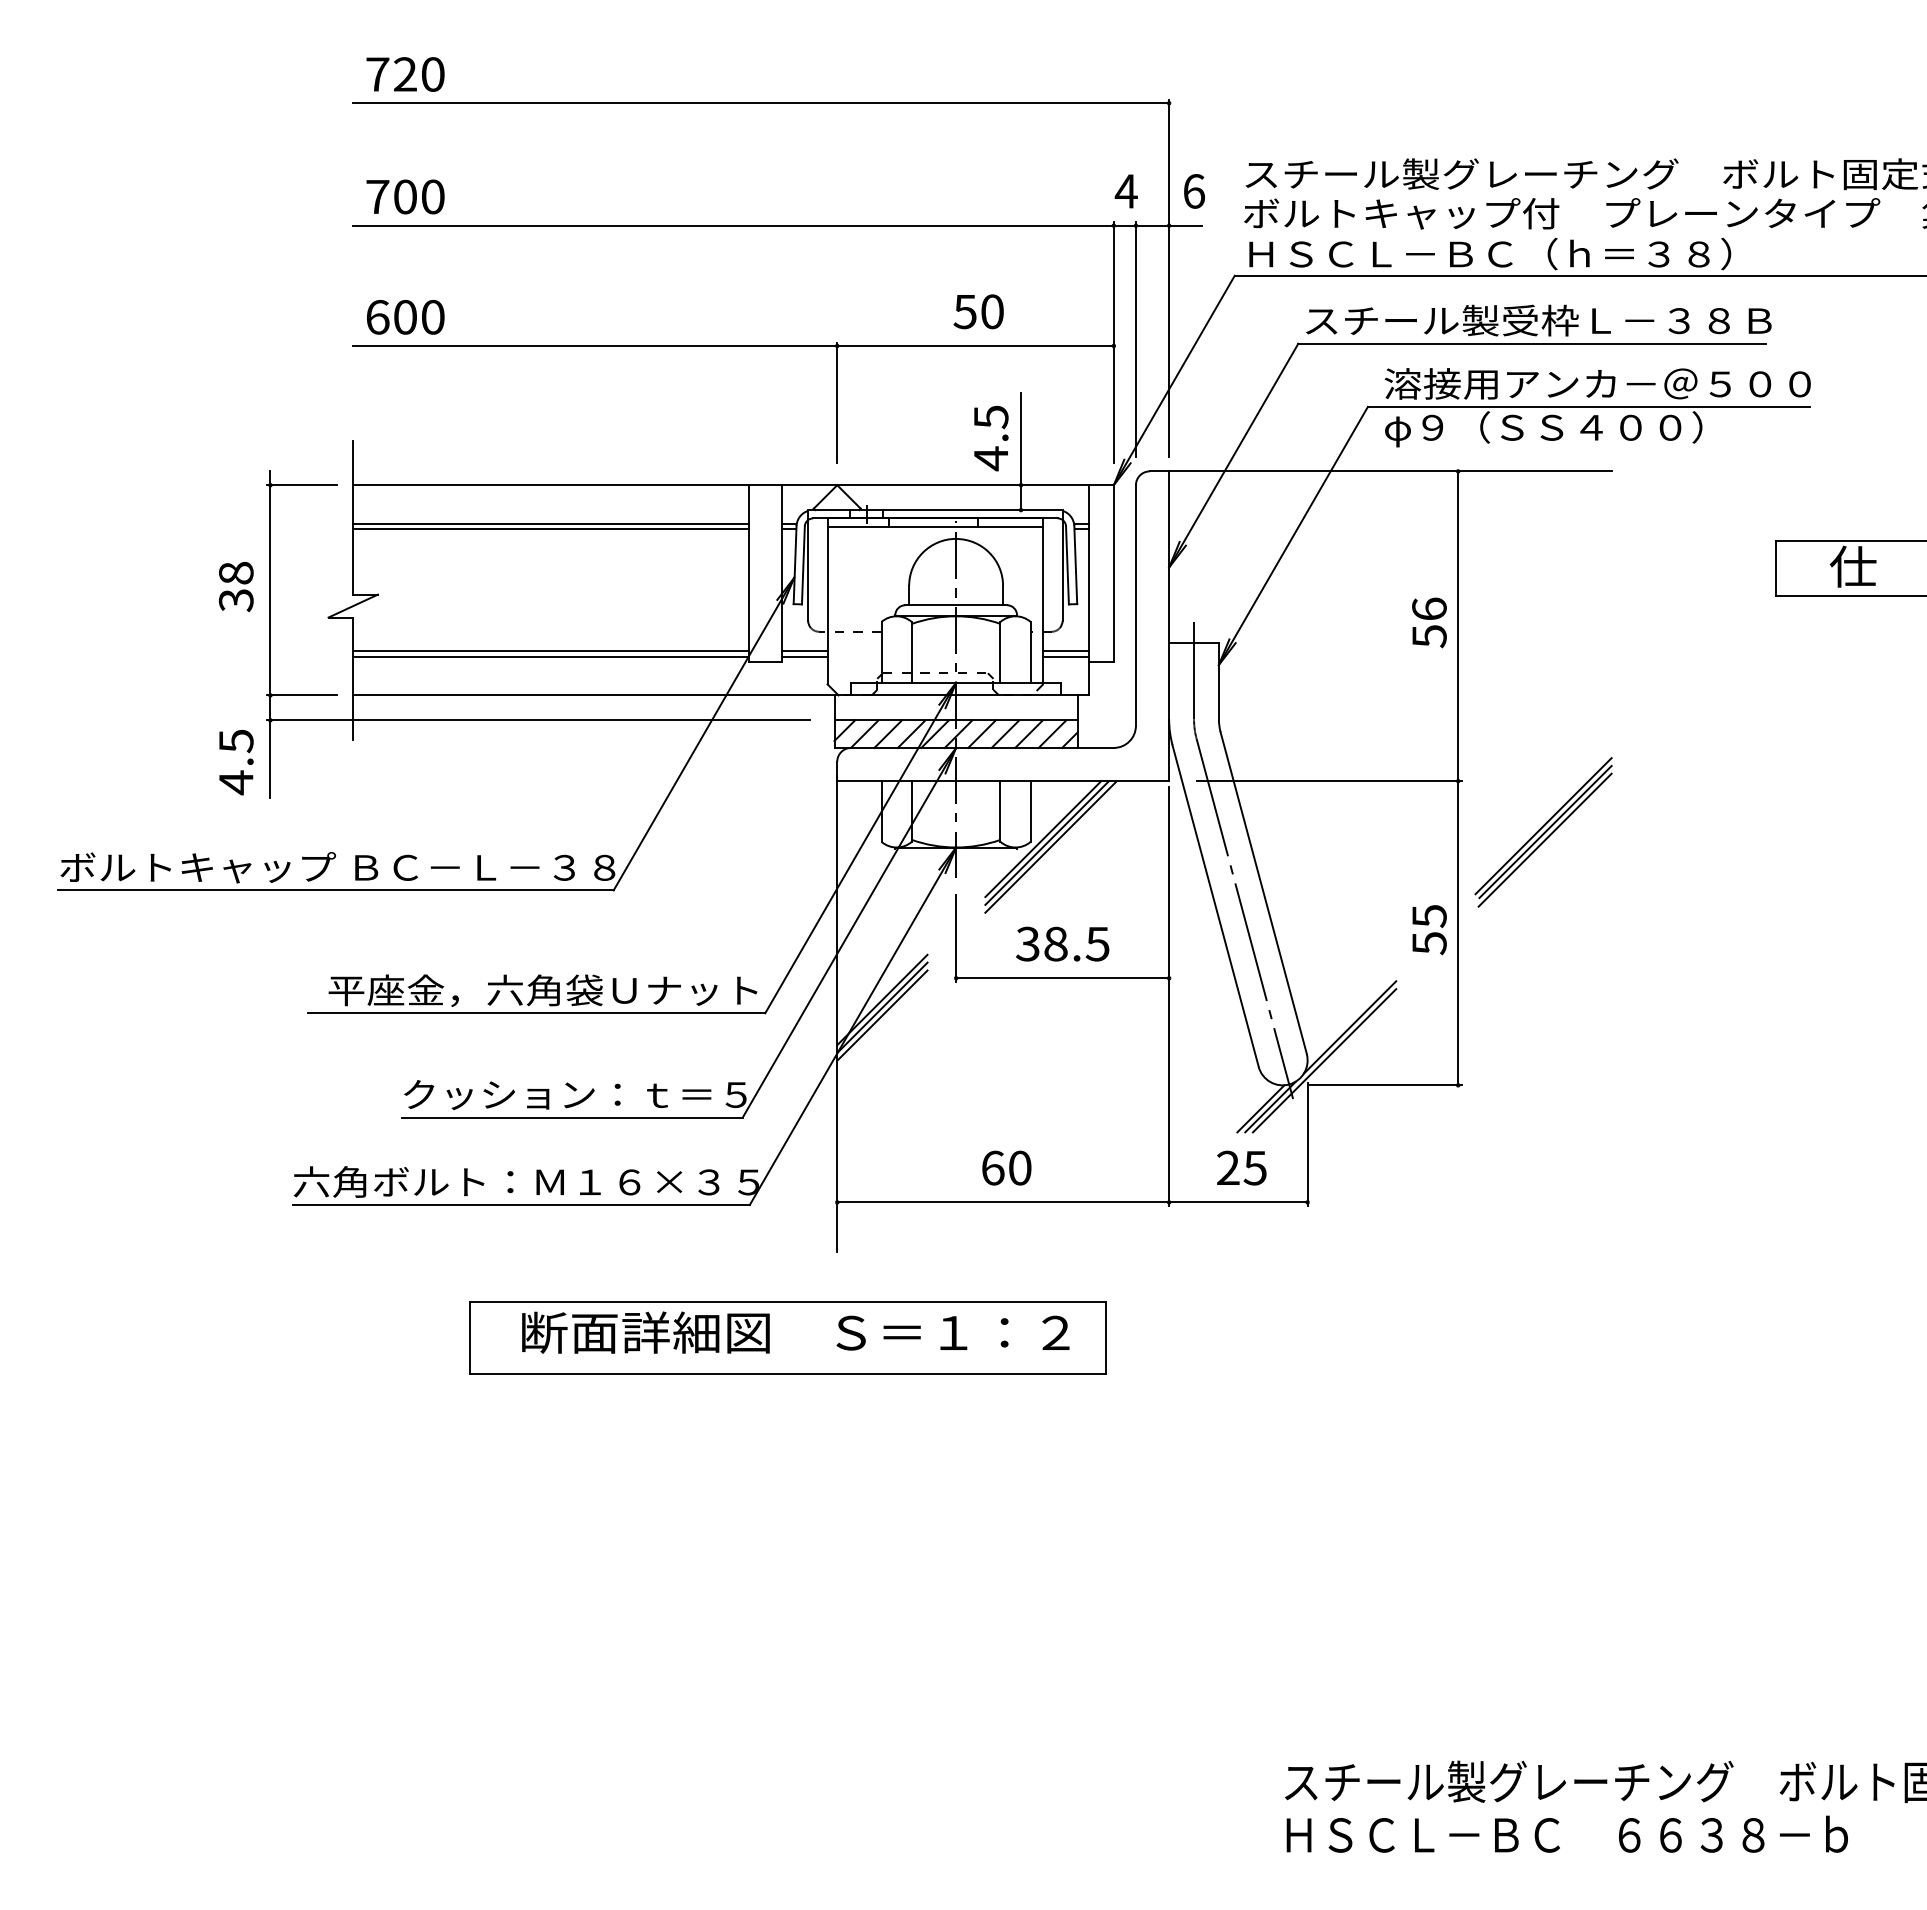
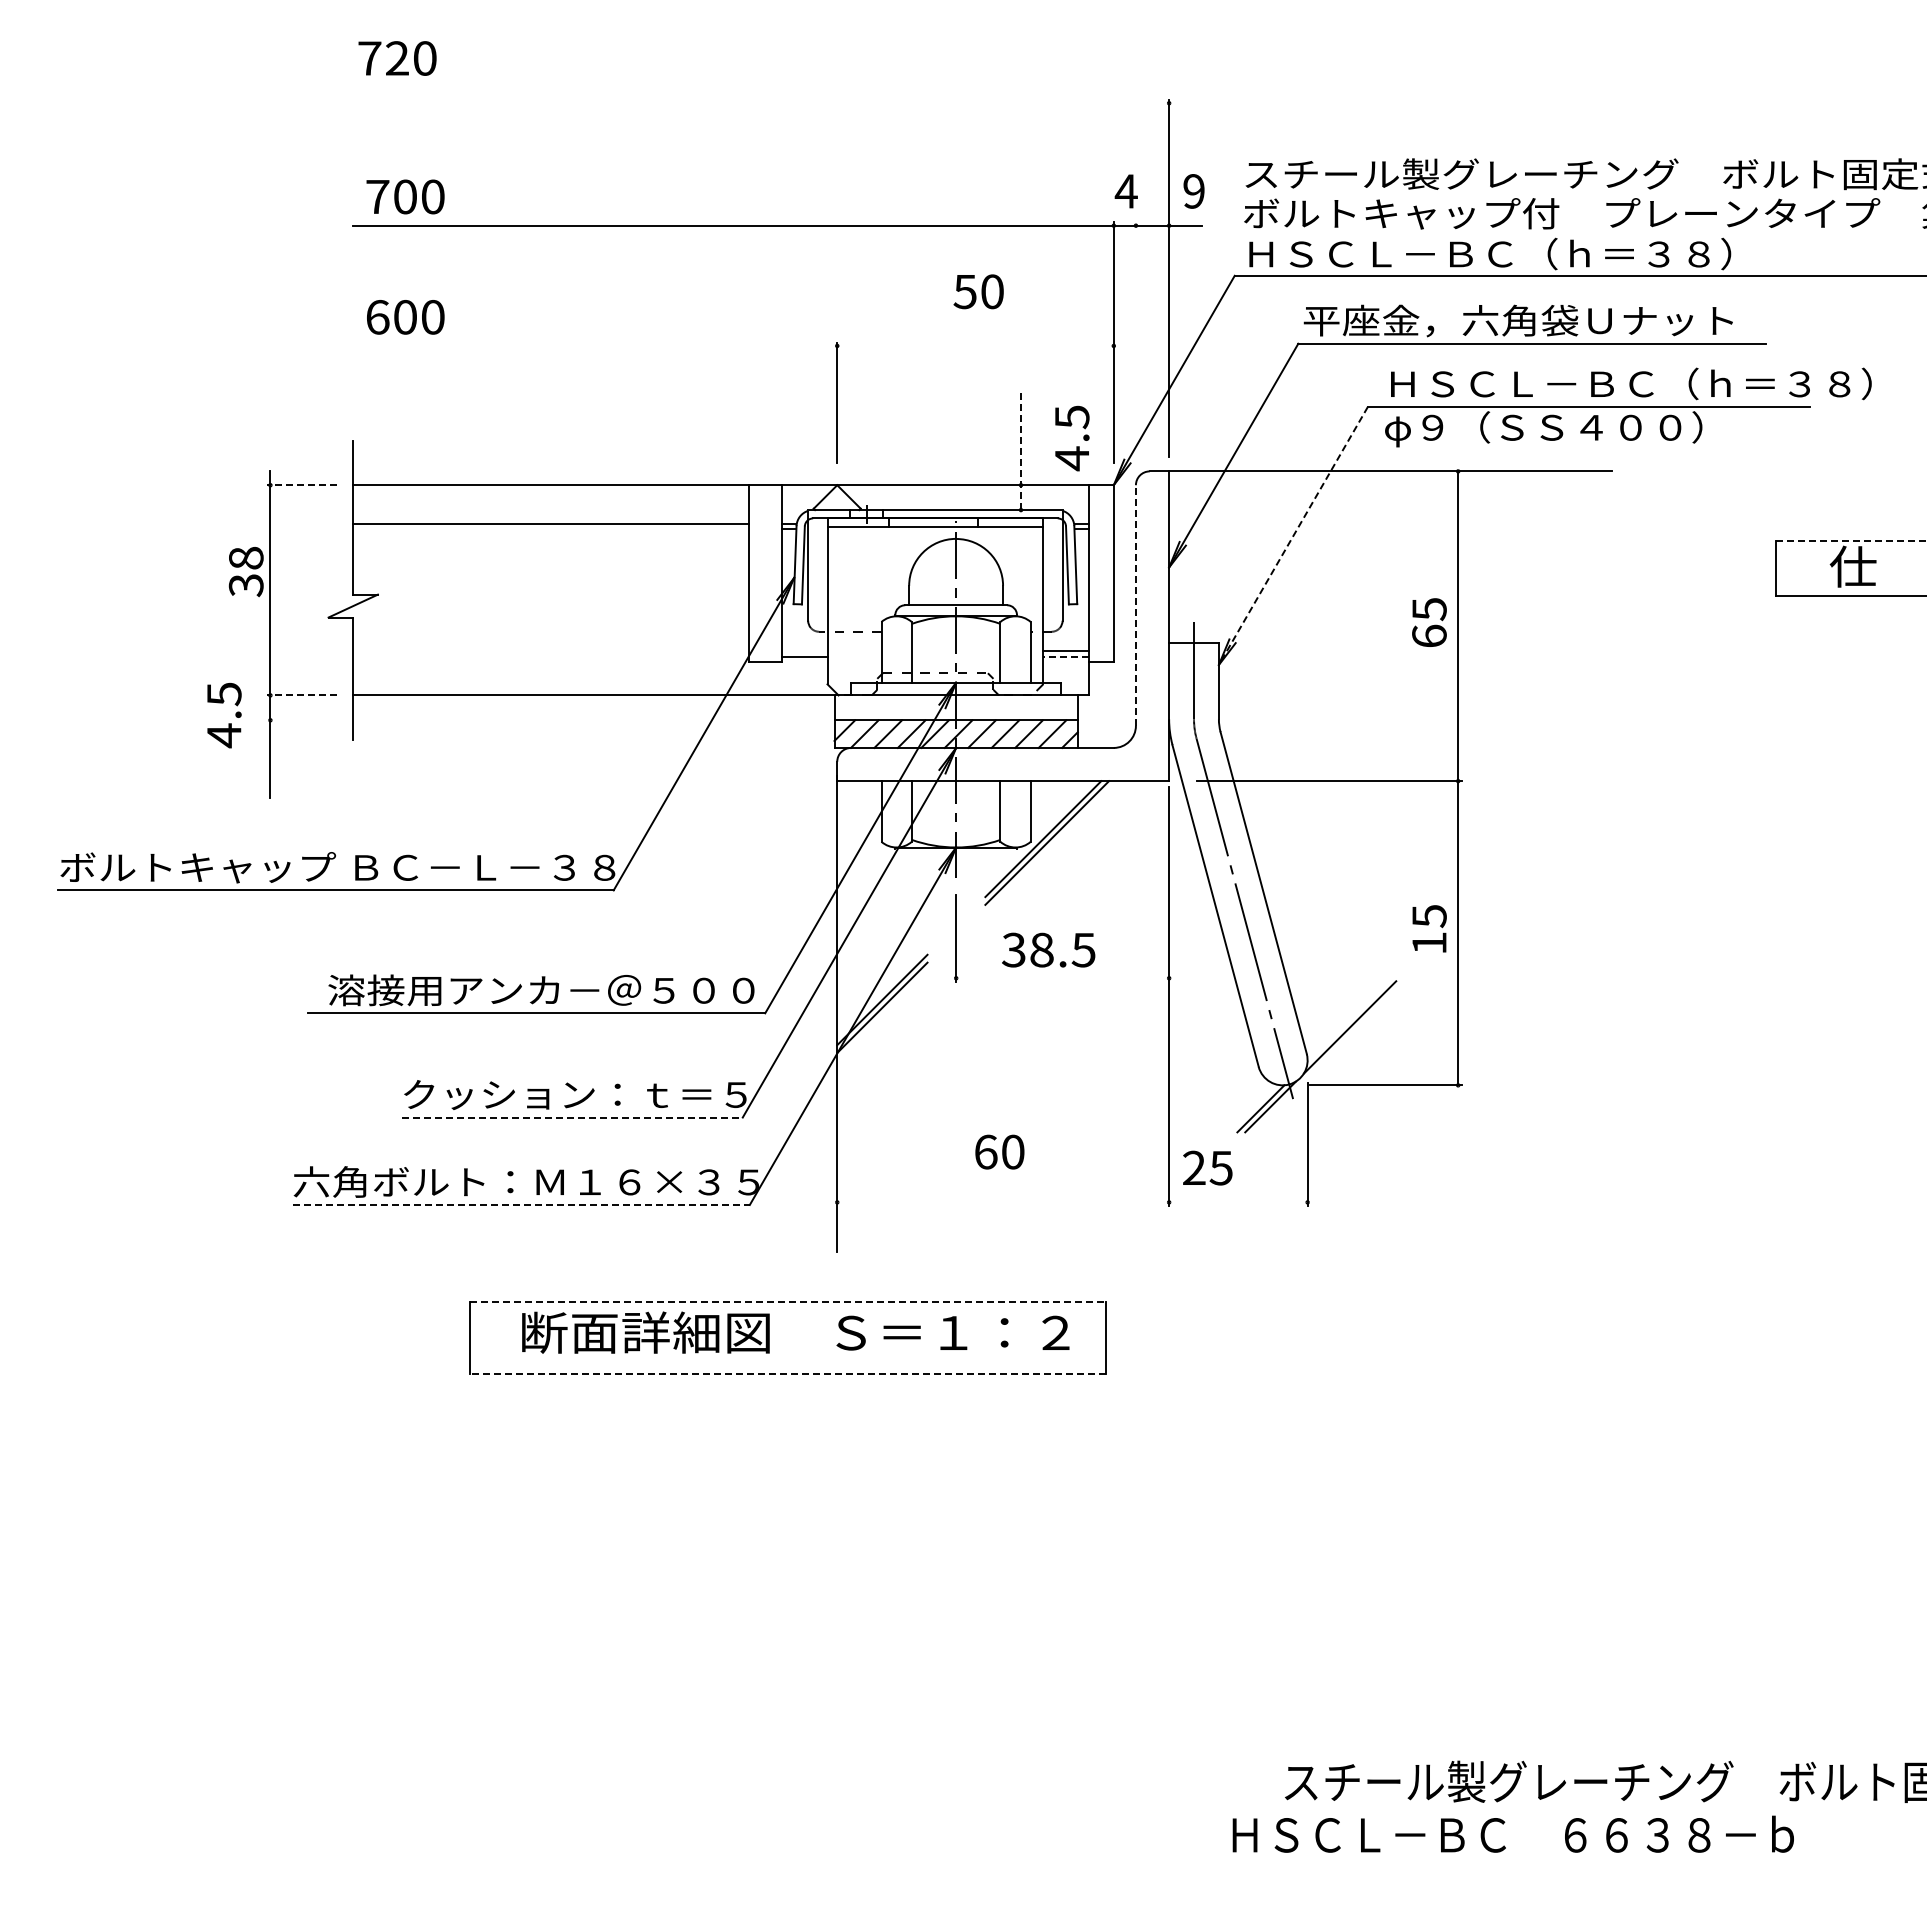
text at (405, 74) position: (405, 74) -> (397, 58)
line at (761, 103): present -> none
text at (1193, 191): 6 -> 9
text at (978, 311) position: (978, 311) -> (978, 291)
text at (1537, 320): スチール製受枠Ｌ－３８Ｂ -> 平座金，六角袋Ｕナット
line at (1135, 339): present -> none
line at (733, 345): present -> none
text at (1627, 383): 溶接用アンカ－＠５００ -> ＨＳＣＬ－ＢＣ（ｈ＝３８）
text at (991, 438) position: (991, 438) -> (1072, 438)
line at (1021, 451): solid -> dashed
line at (301, 485): solid -> dashed
line at (550, 529): present -> none
line at (1293, 536): solid -> dashed
line at (1851, 540): solid -> dashed
text at (235, 587) position: (235, 587) -> (245, 572)
line at (1135, 605): solid -> dashed
text at (1429, 622): 56 -> 65
line at (550, 651): present -> none
line at (804, 651): present -> none
line at (550, 656): present -> none
line at (1066, 656): solid -> dashed
line at (301, 695): solid -> dashed
line at (538, 720): present -> none
text at (236, 762) position: (236, 762) -> (224, 715)
part at (1543, 832): present -> none
line at (1050, 846): present -> none
text at (1062, 943) position: (1062, 943) -> (1048, 949)
text at (1429, 943): 55 -> 15
line at (1062, 978): present -> none
text at (542, 990): 平座金，六角袋Ｕナット -> 溶接用アンカ－＠５００
line at (882, 1015): present -> none
line at (1324, 1060): present -> none
line at (572, 1117): solid -> dashed
text at (1006, 1167) position: (1006, 1167) -> (999, 1151)
text at (1241, 1167) position: (1241, 1167) -> (1207, 1167)
line at (1072, 1202): present -> none
line at (521, 1204): solid -> dashed
line at (788, 1302): solid -> dashed
line at (787, 1373): solid -> dashed
text at (1566, 1833) position: (1566, 1833) -> (1512, 1833)
